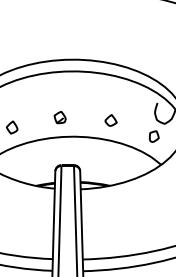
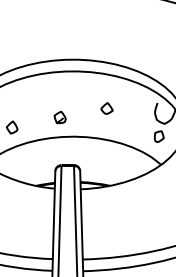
part at (110, 120) position: (110, 120) -> (106, 108)
part at (154, 136) position: (154, 136) -> (159, 136)
